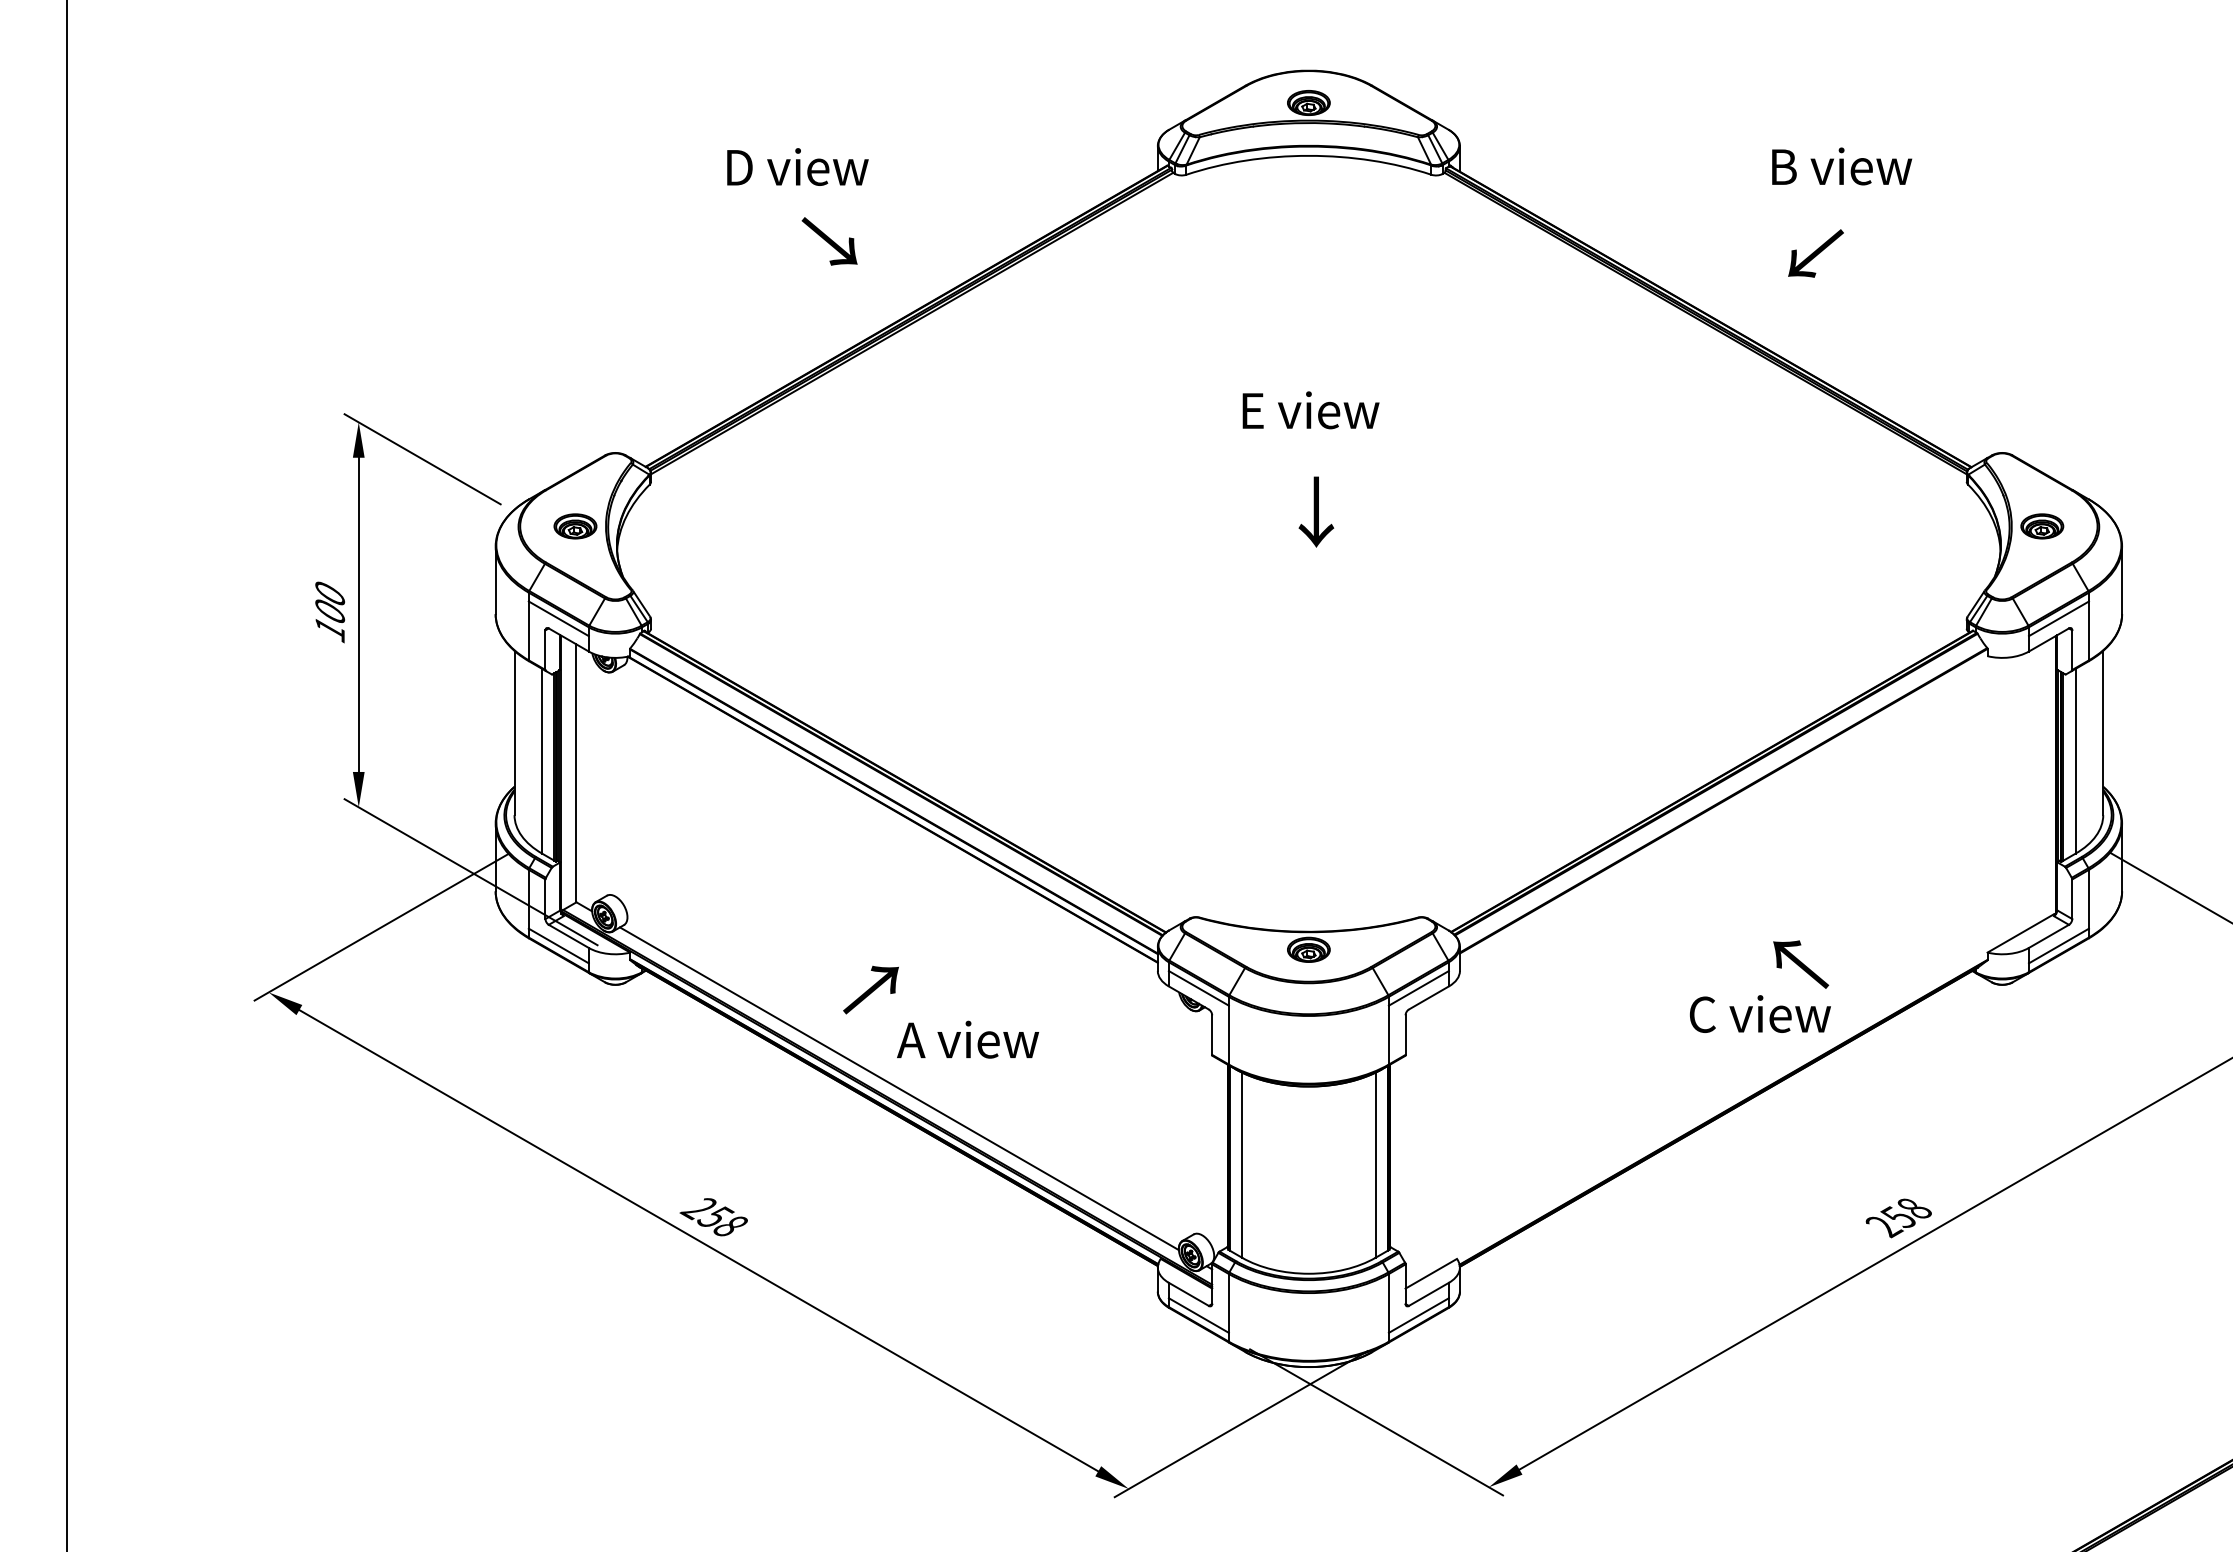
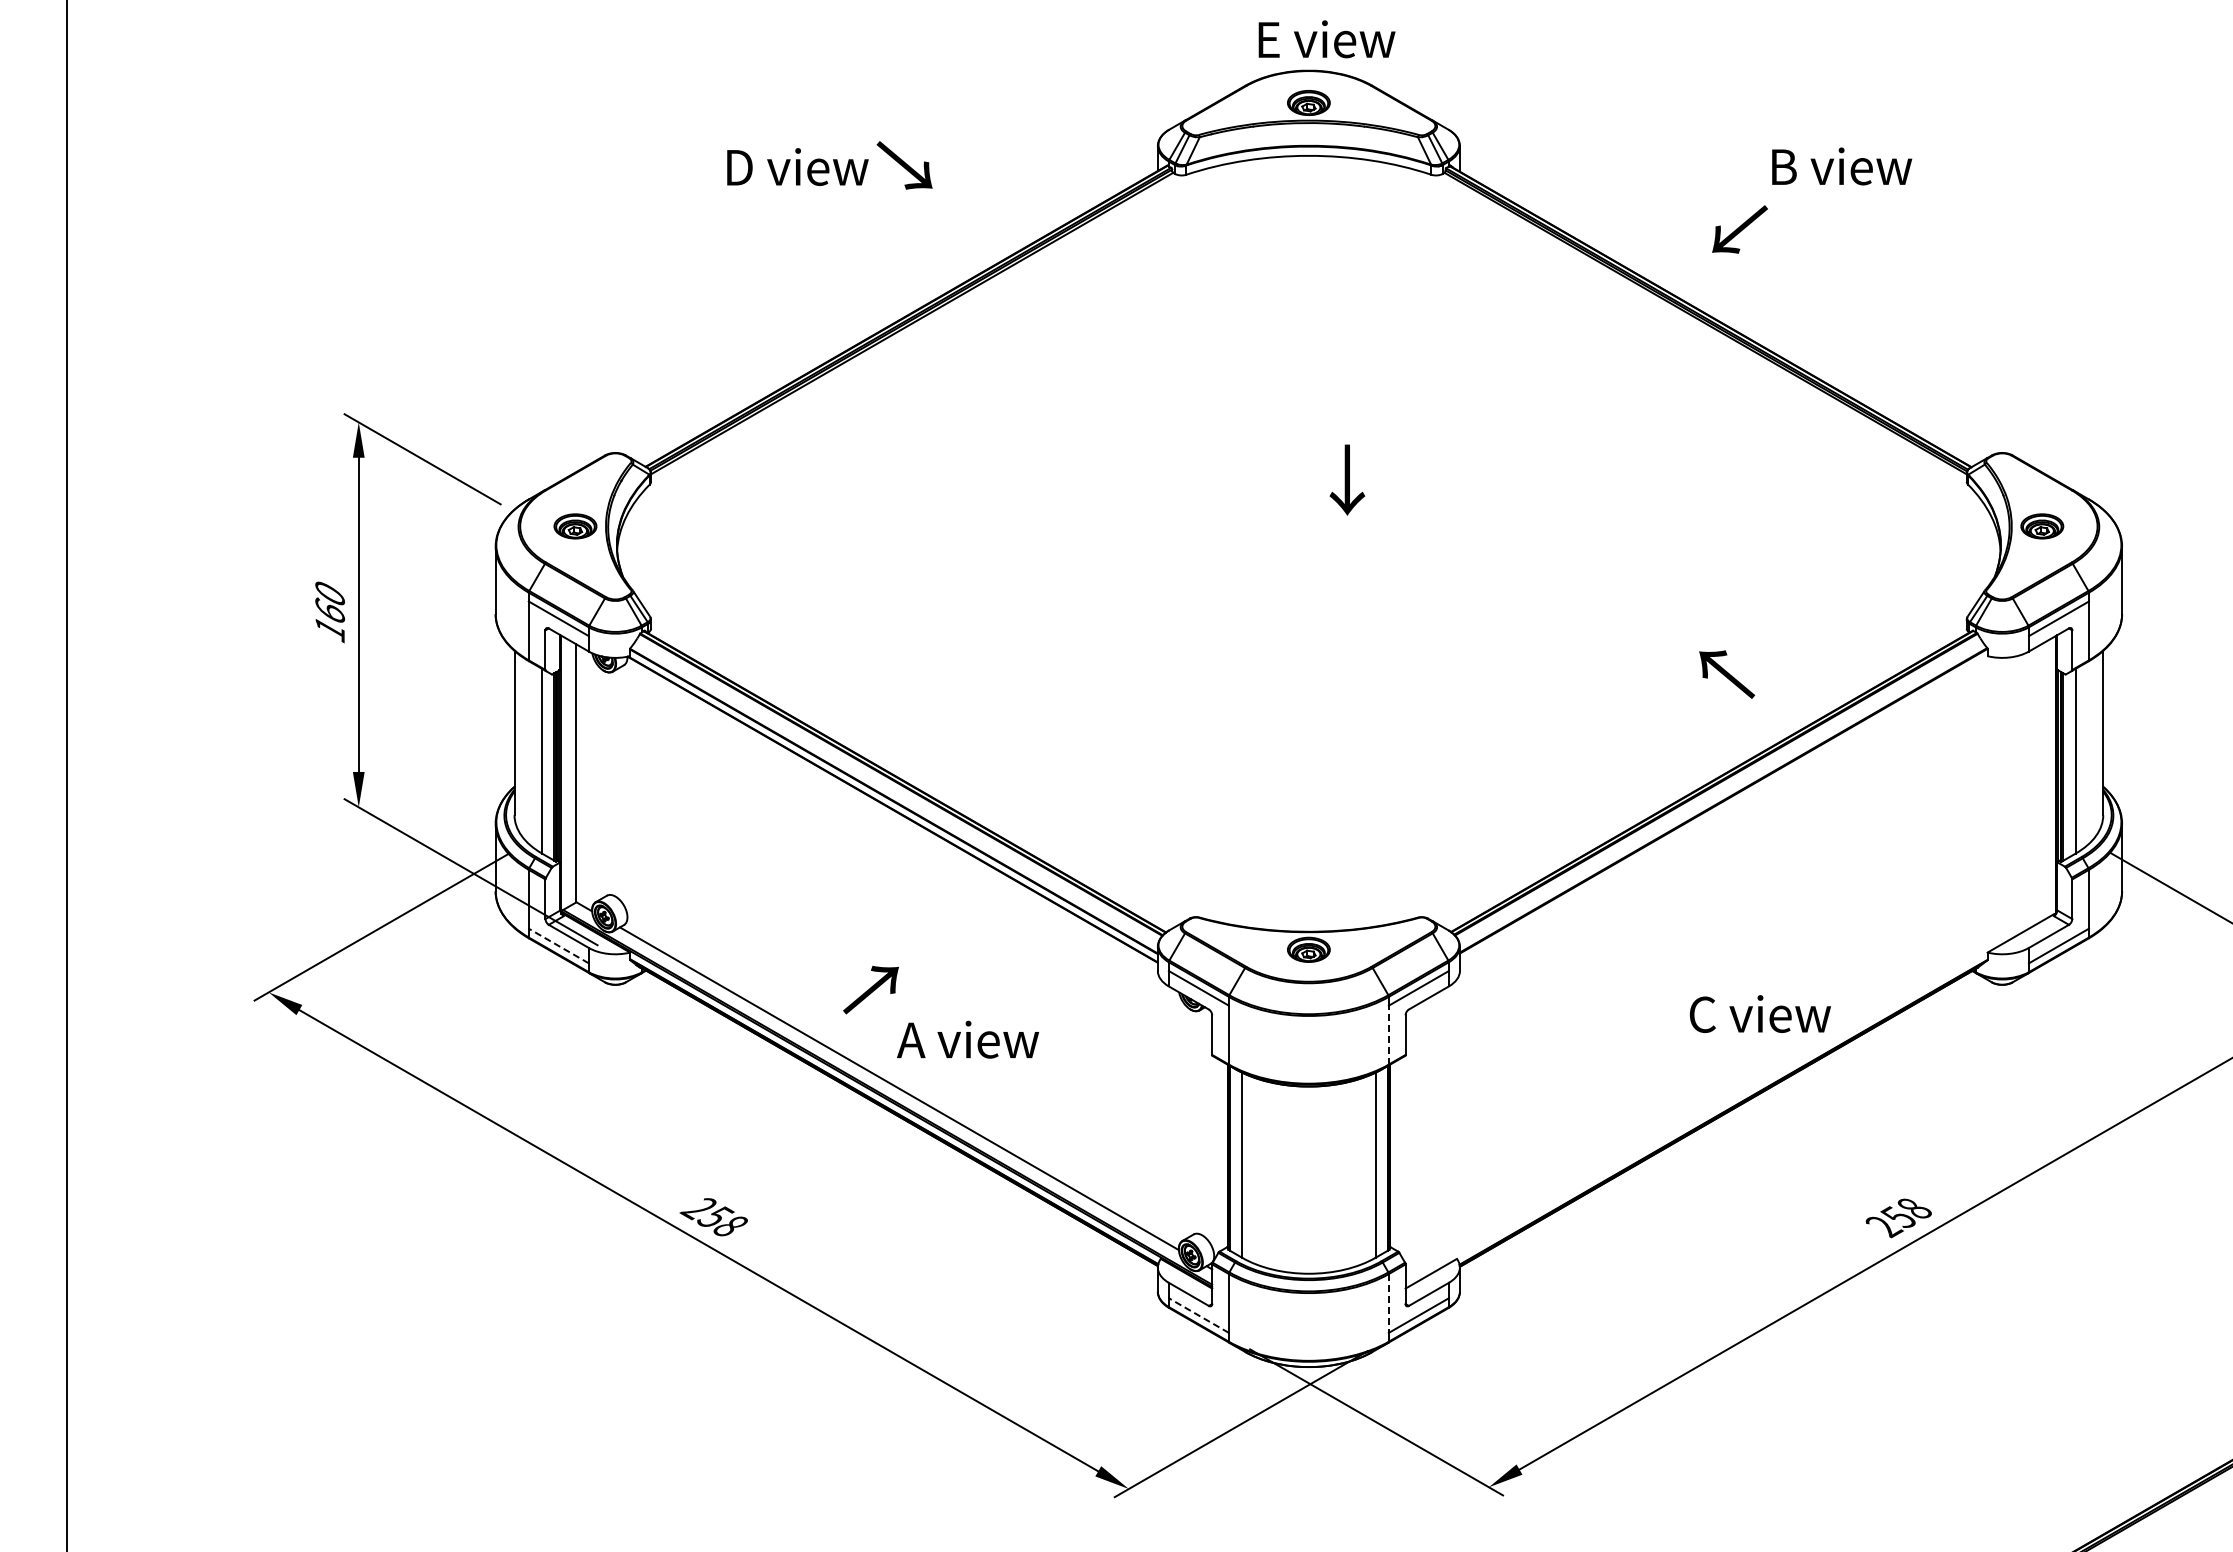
text at (829, 241) position: (829, 241) -> (904, 165)
text at (1815, 253) position: (1815, 253) -> (1739, 229)
text at (1310, 410) position: (1310, 410) -> (1326, 39)
text at (1316, 511) position: (1316, 511) -> (1347, 479)
text at (329, 610): 100 -> 160
line at (558, 946): solid -> dashed
text at (1801, 964) position: (1801, 964) -> (1727, 674)
line at (1388, 1034): solid -> dashed
line at (1388, 1303): solid -> dashed
line at (1198, 1315): solid -> dashed
